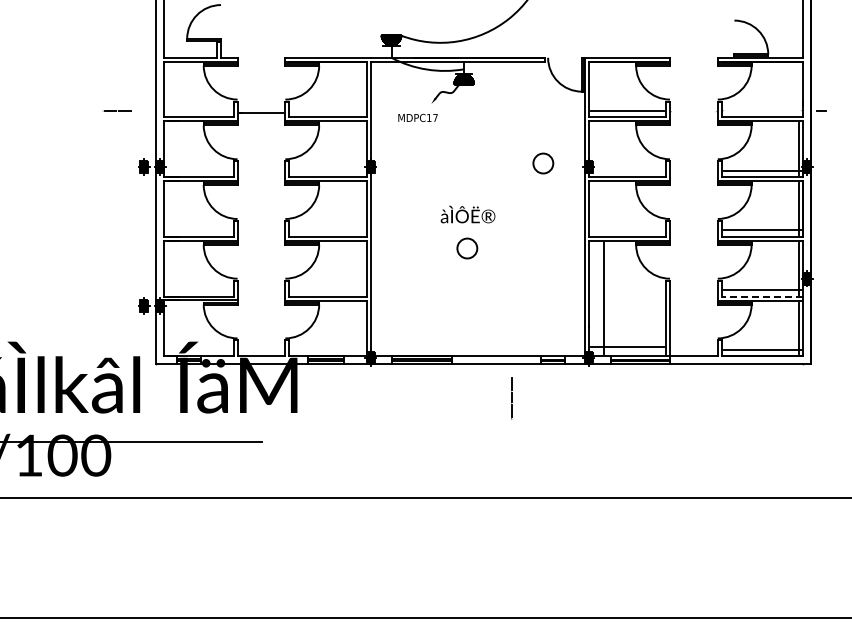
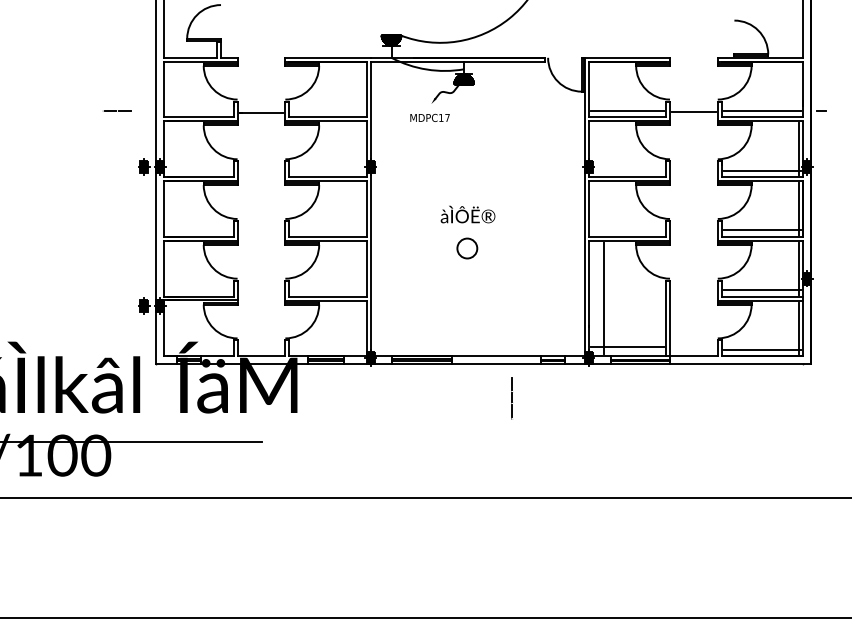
line at (762, 110): none -> present
line at (693, 111): none -> present
text at (417, 117) position: (417, 117) -> (429, 117)
circle at (543, 163): present -> none
line at (762, 296): dashed -> solid
